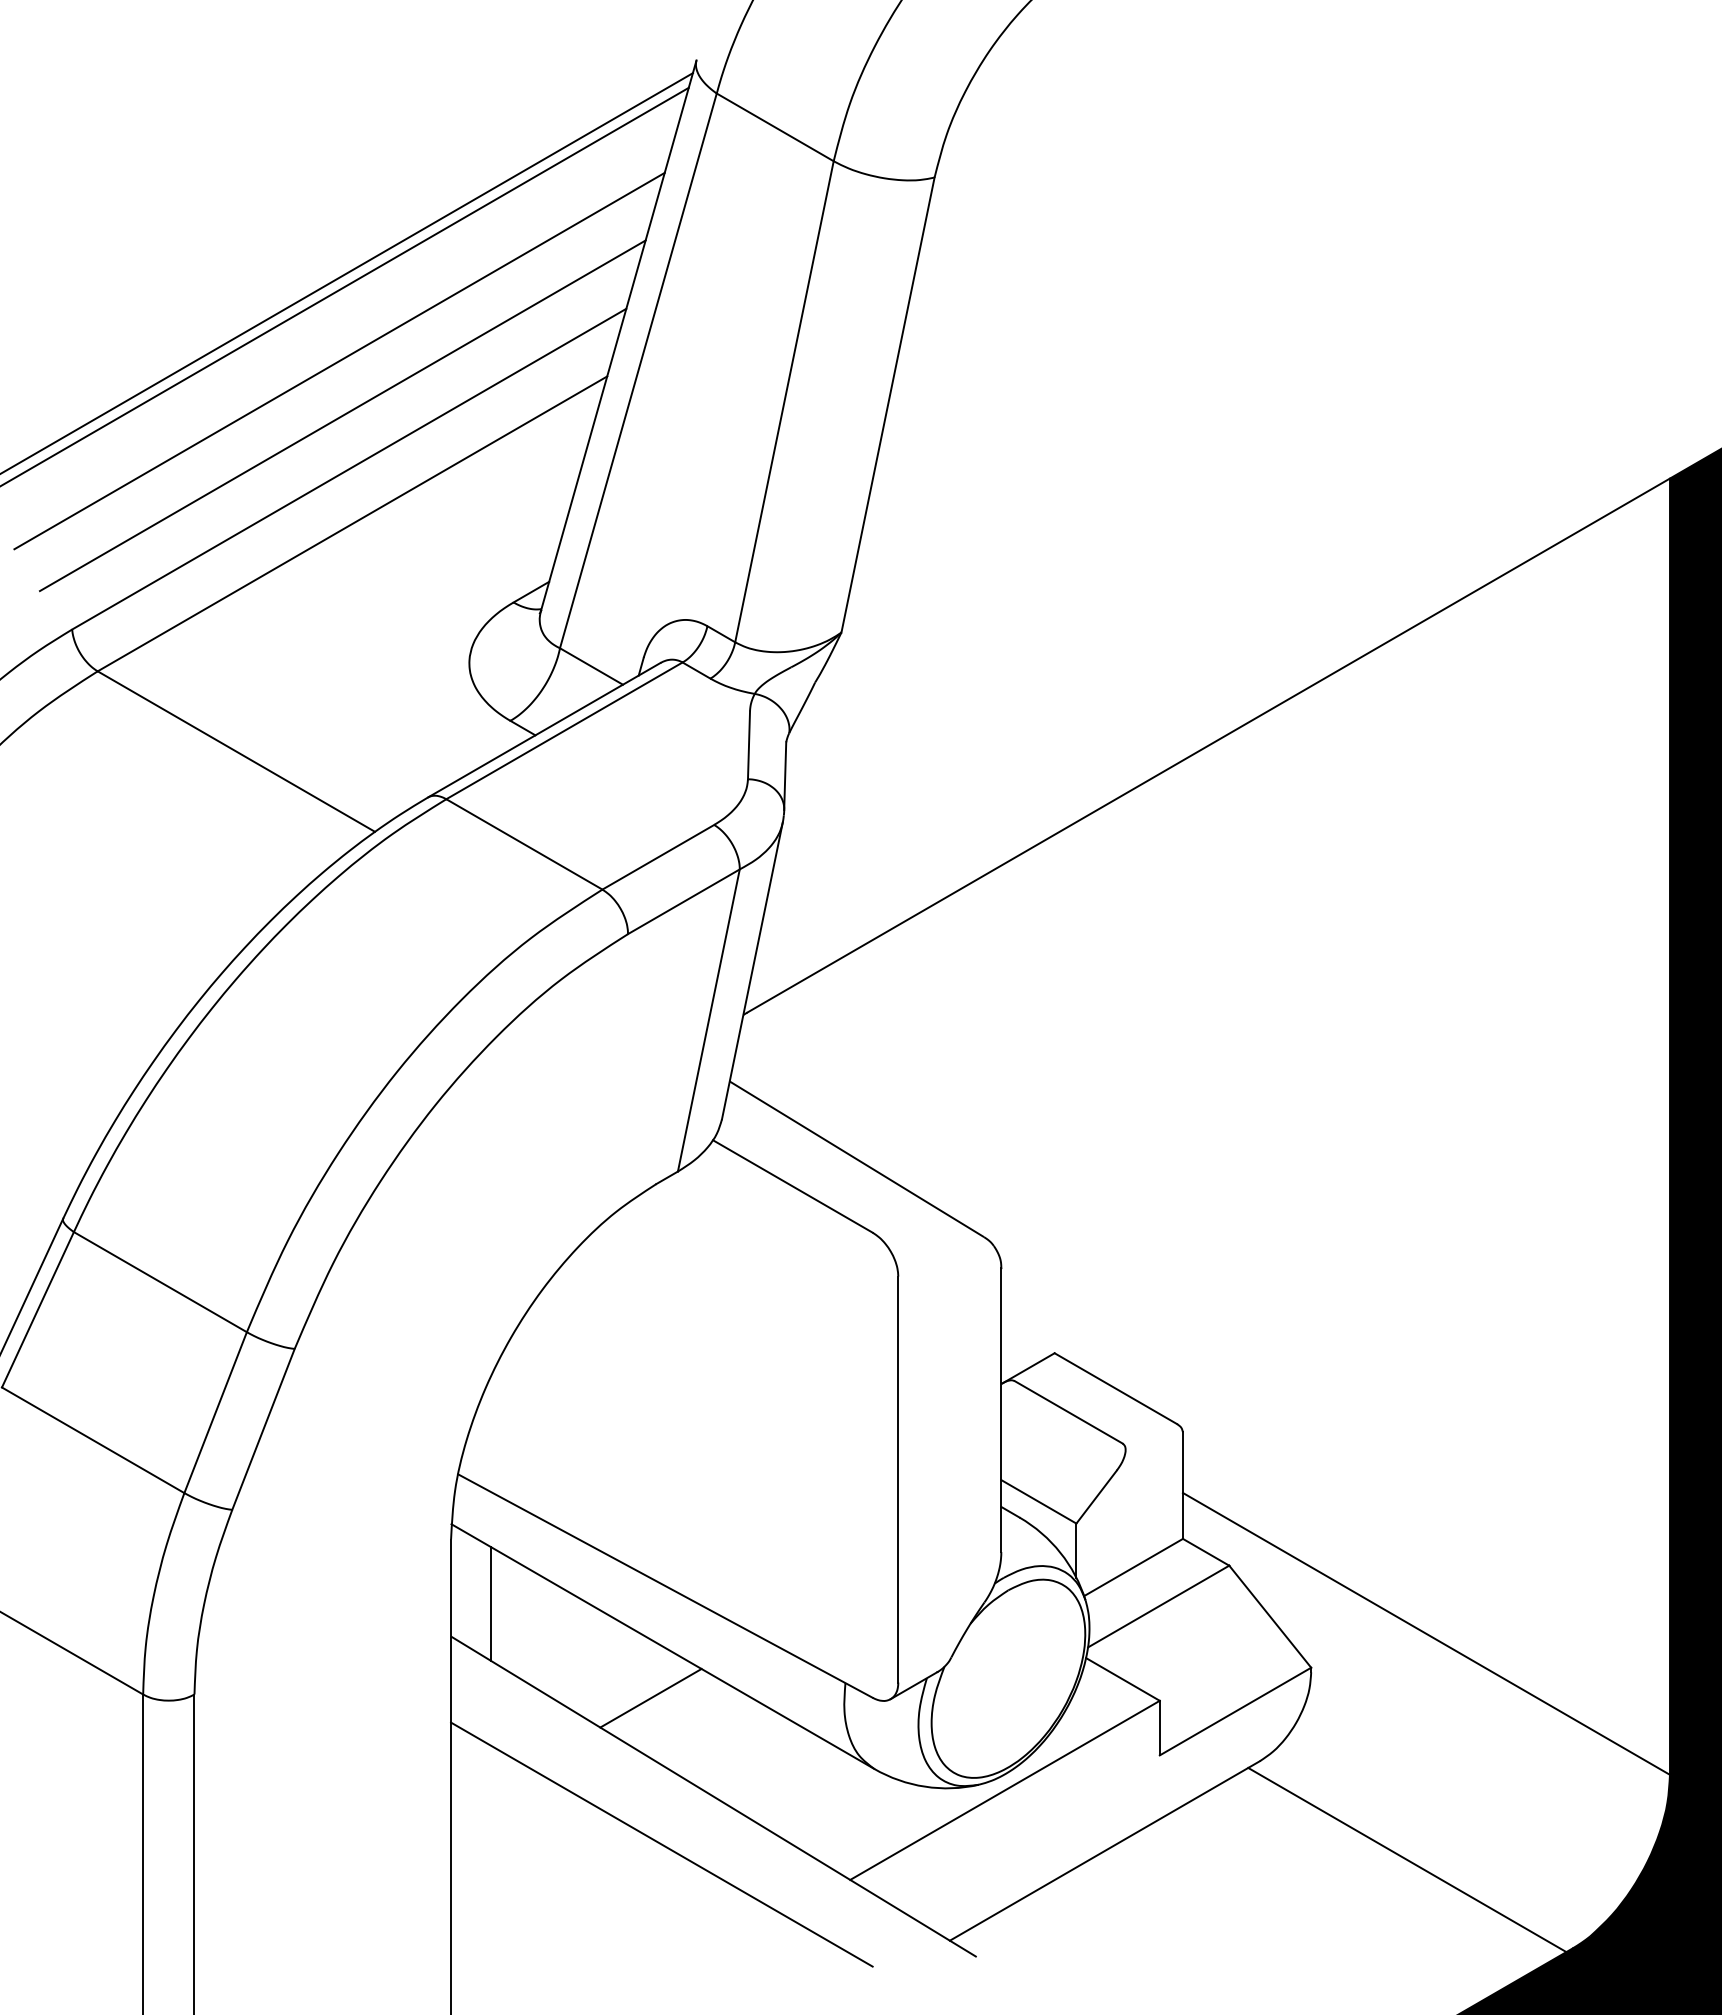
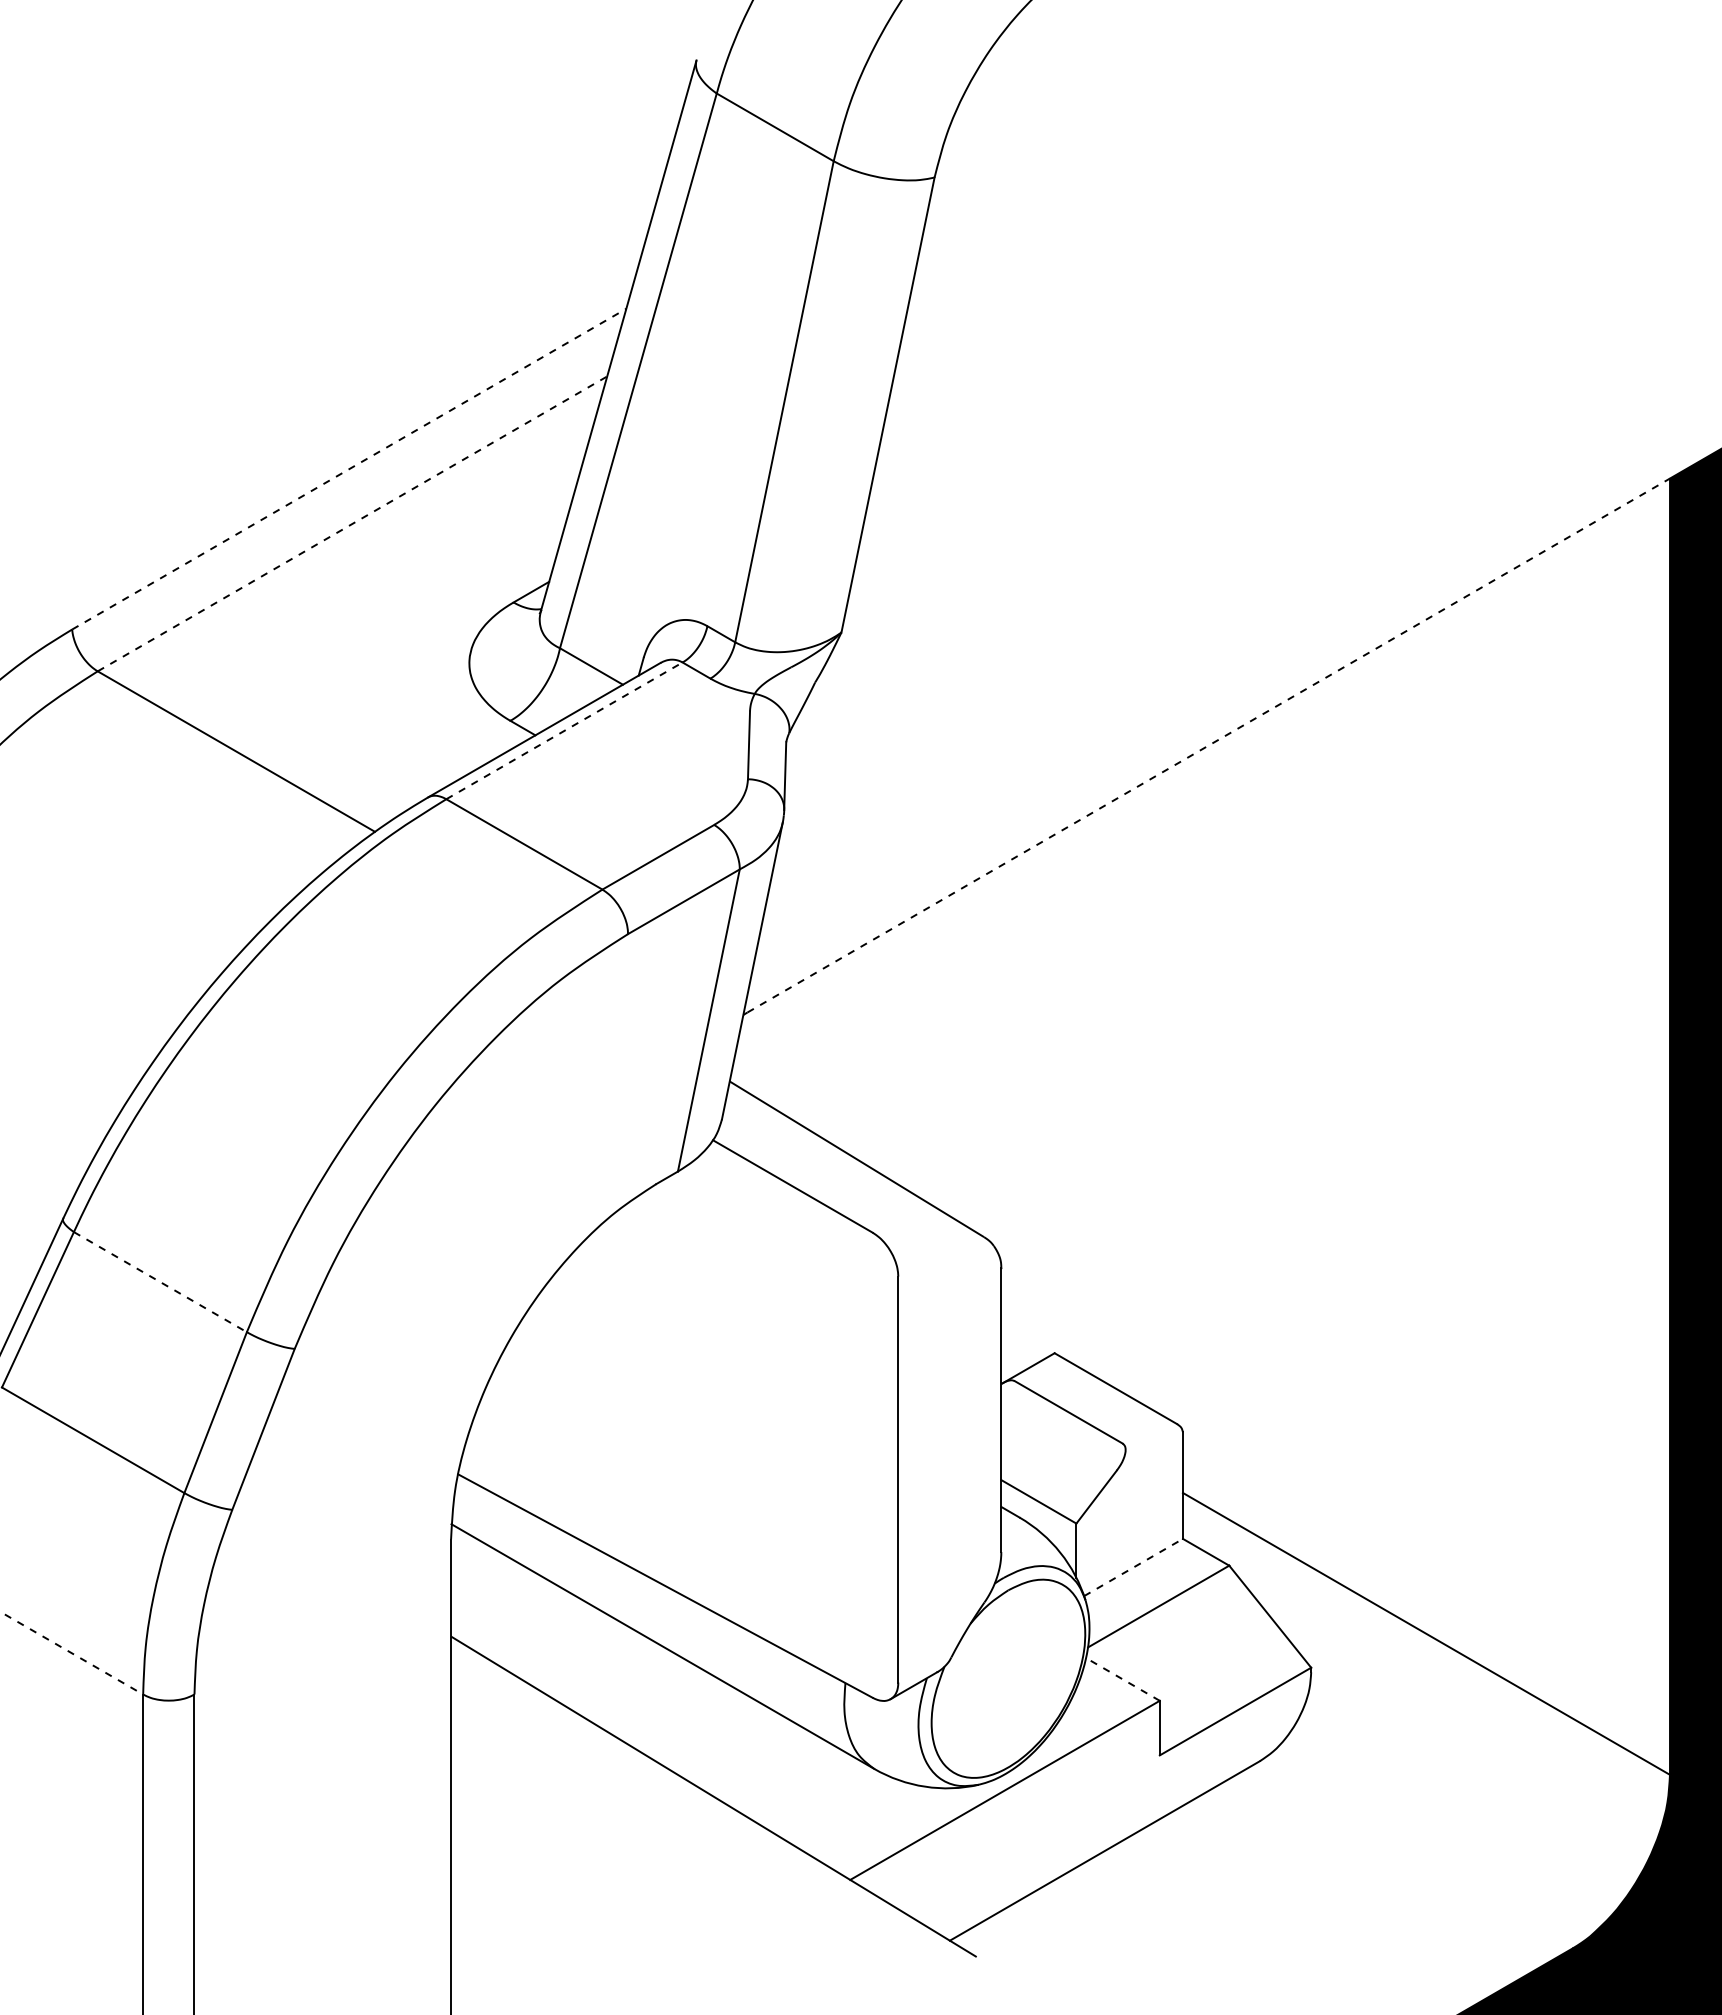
line at (347, 272): present -> none
line at (345, 286): present -> none
line at (339, 360): present -> none
line at (342, 415): present -> none
line at (349, 468): solid -> dashed
line at (352, 523): solid -> dashed
line at (564, 730): solid -> dashed
line at (1208, 745): solid -> dashed
line at (160, 1282): solid -> dashed
line at (1134, 1567): solid -> dashed
line at (491, 1604): present -> none
line at (72, 1653): solid -> dashed
line at (1122, 1679): solid -> dashed
line at (650, 1697): present -> none
line at (661, 1844): present -> none
line at (1407, 1859): present -> none
